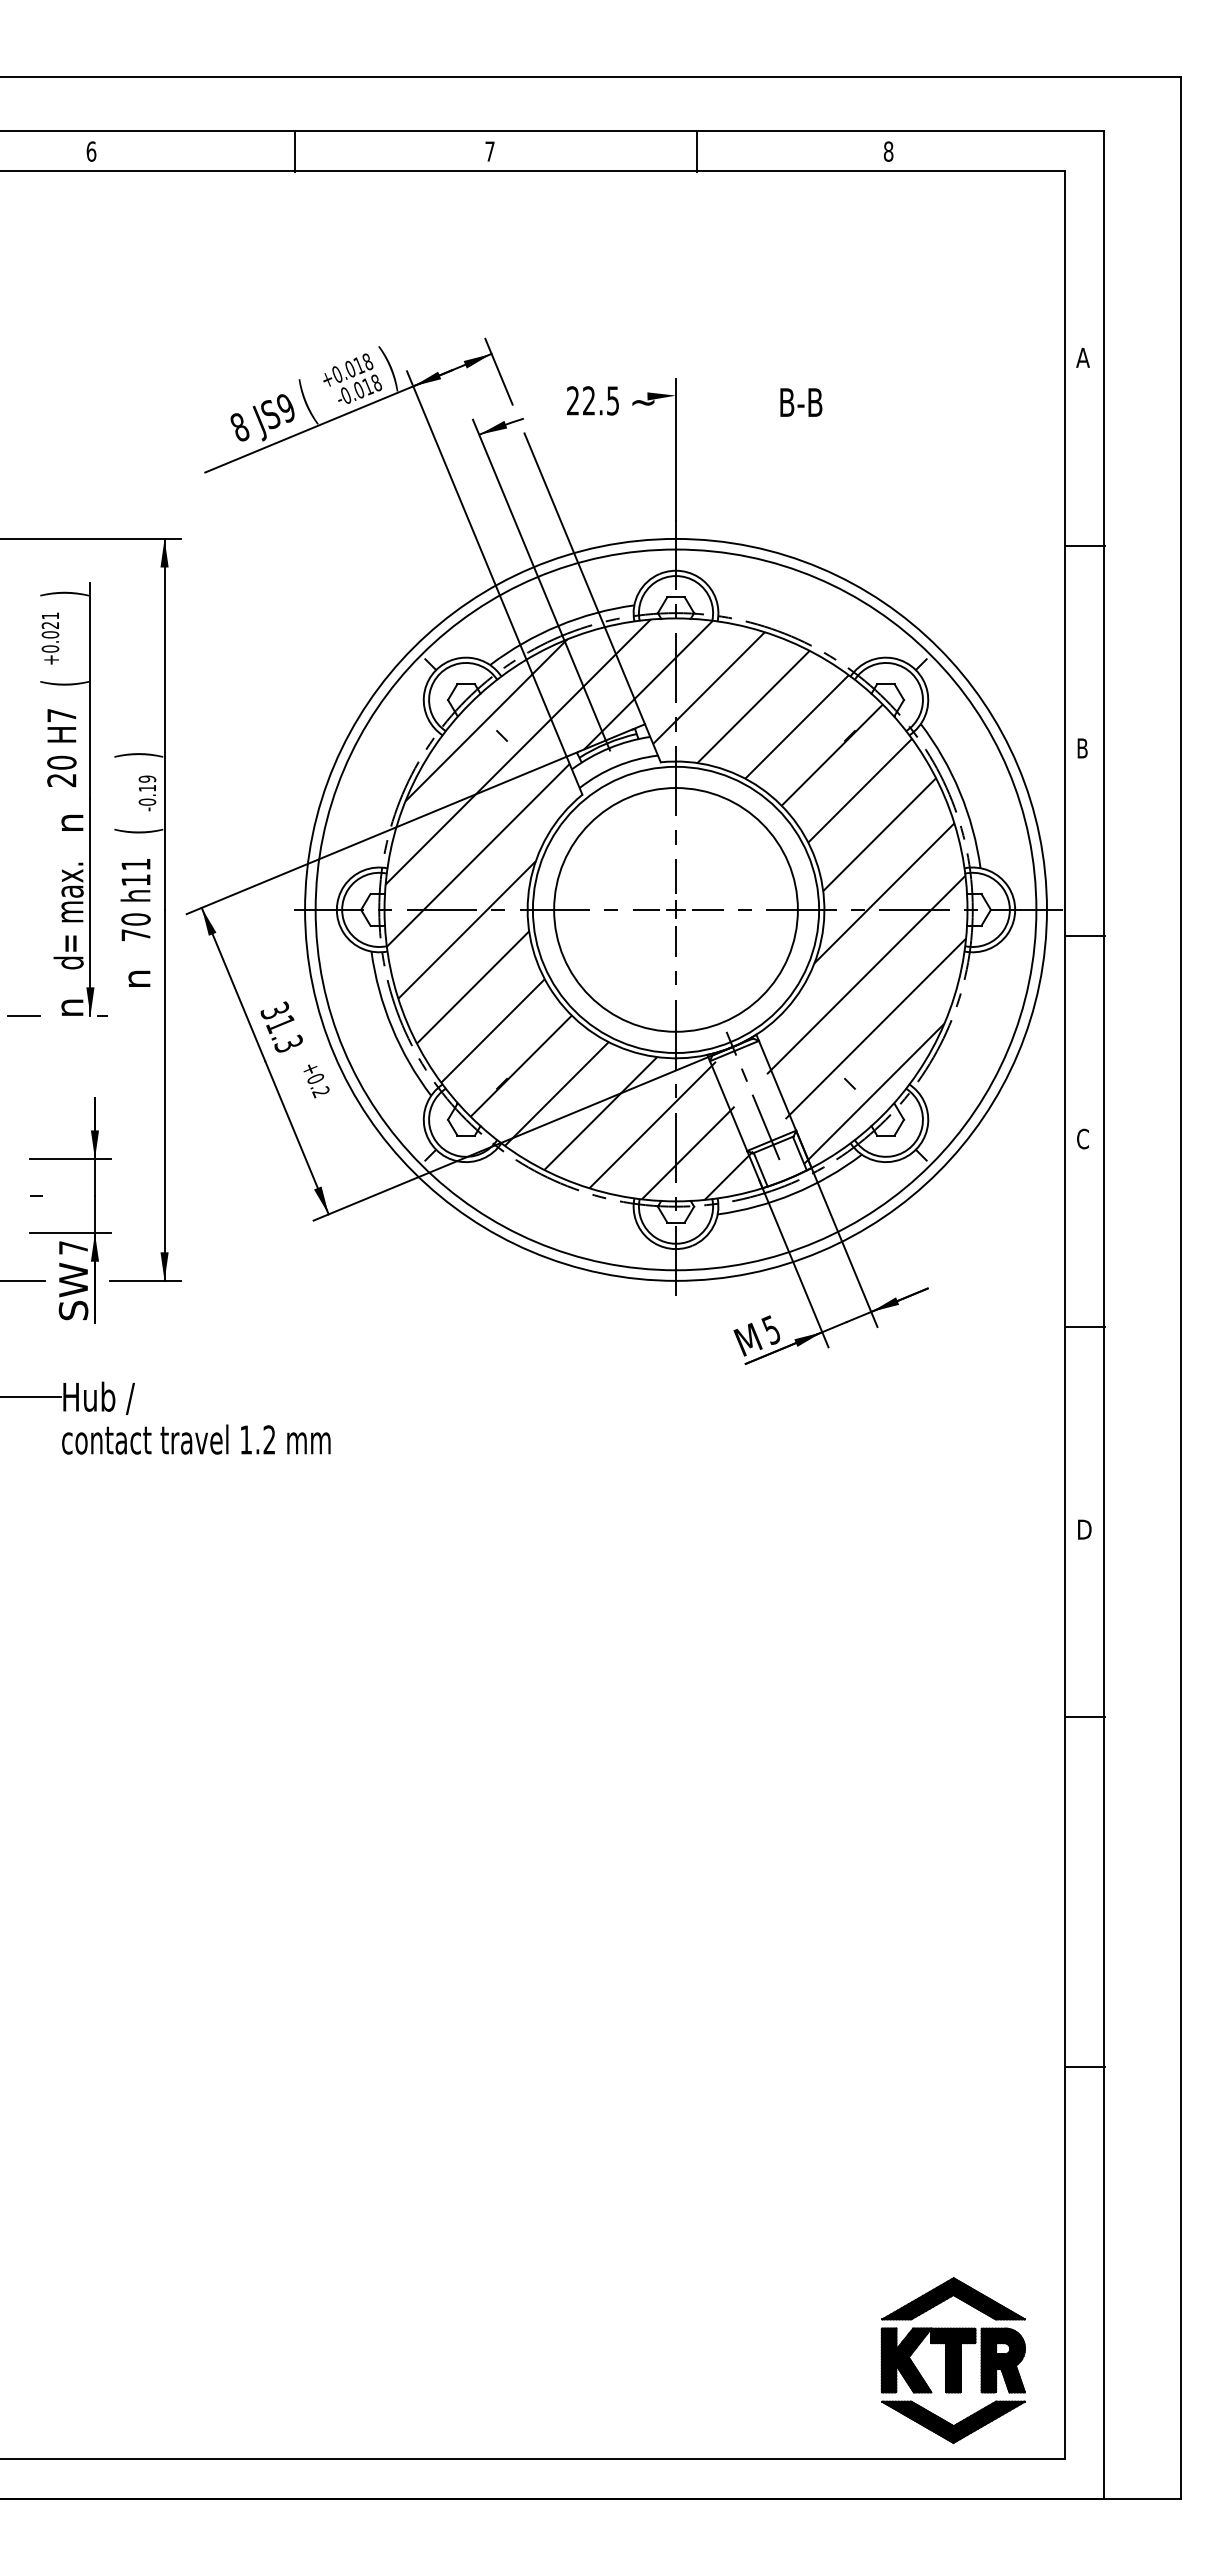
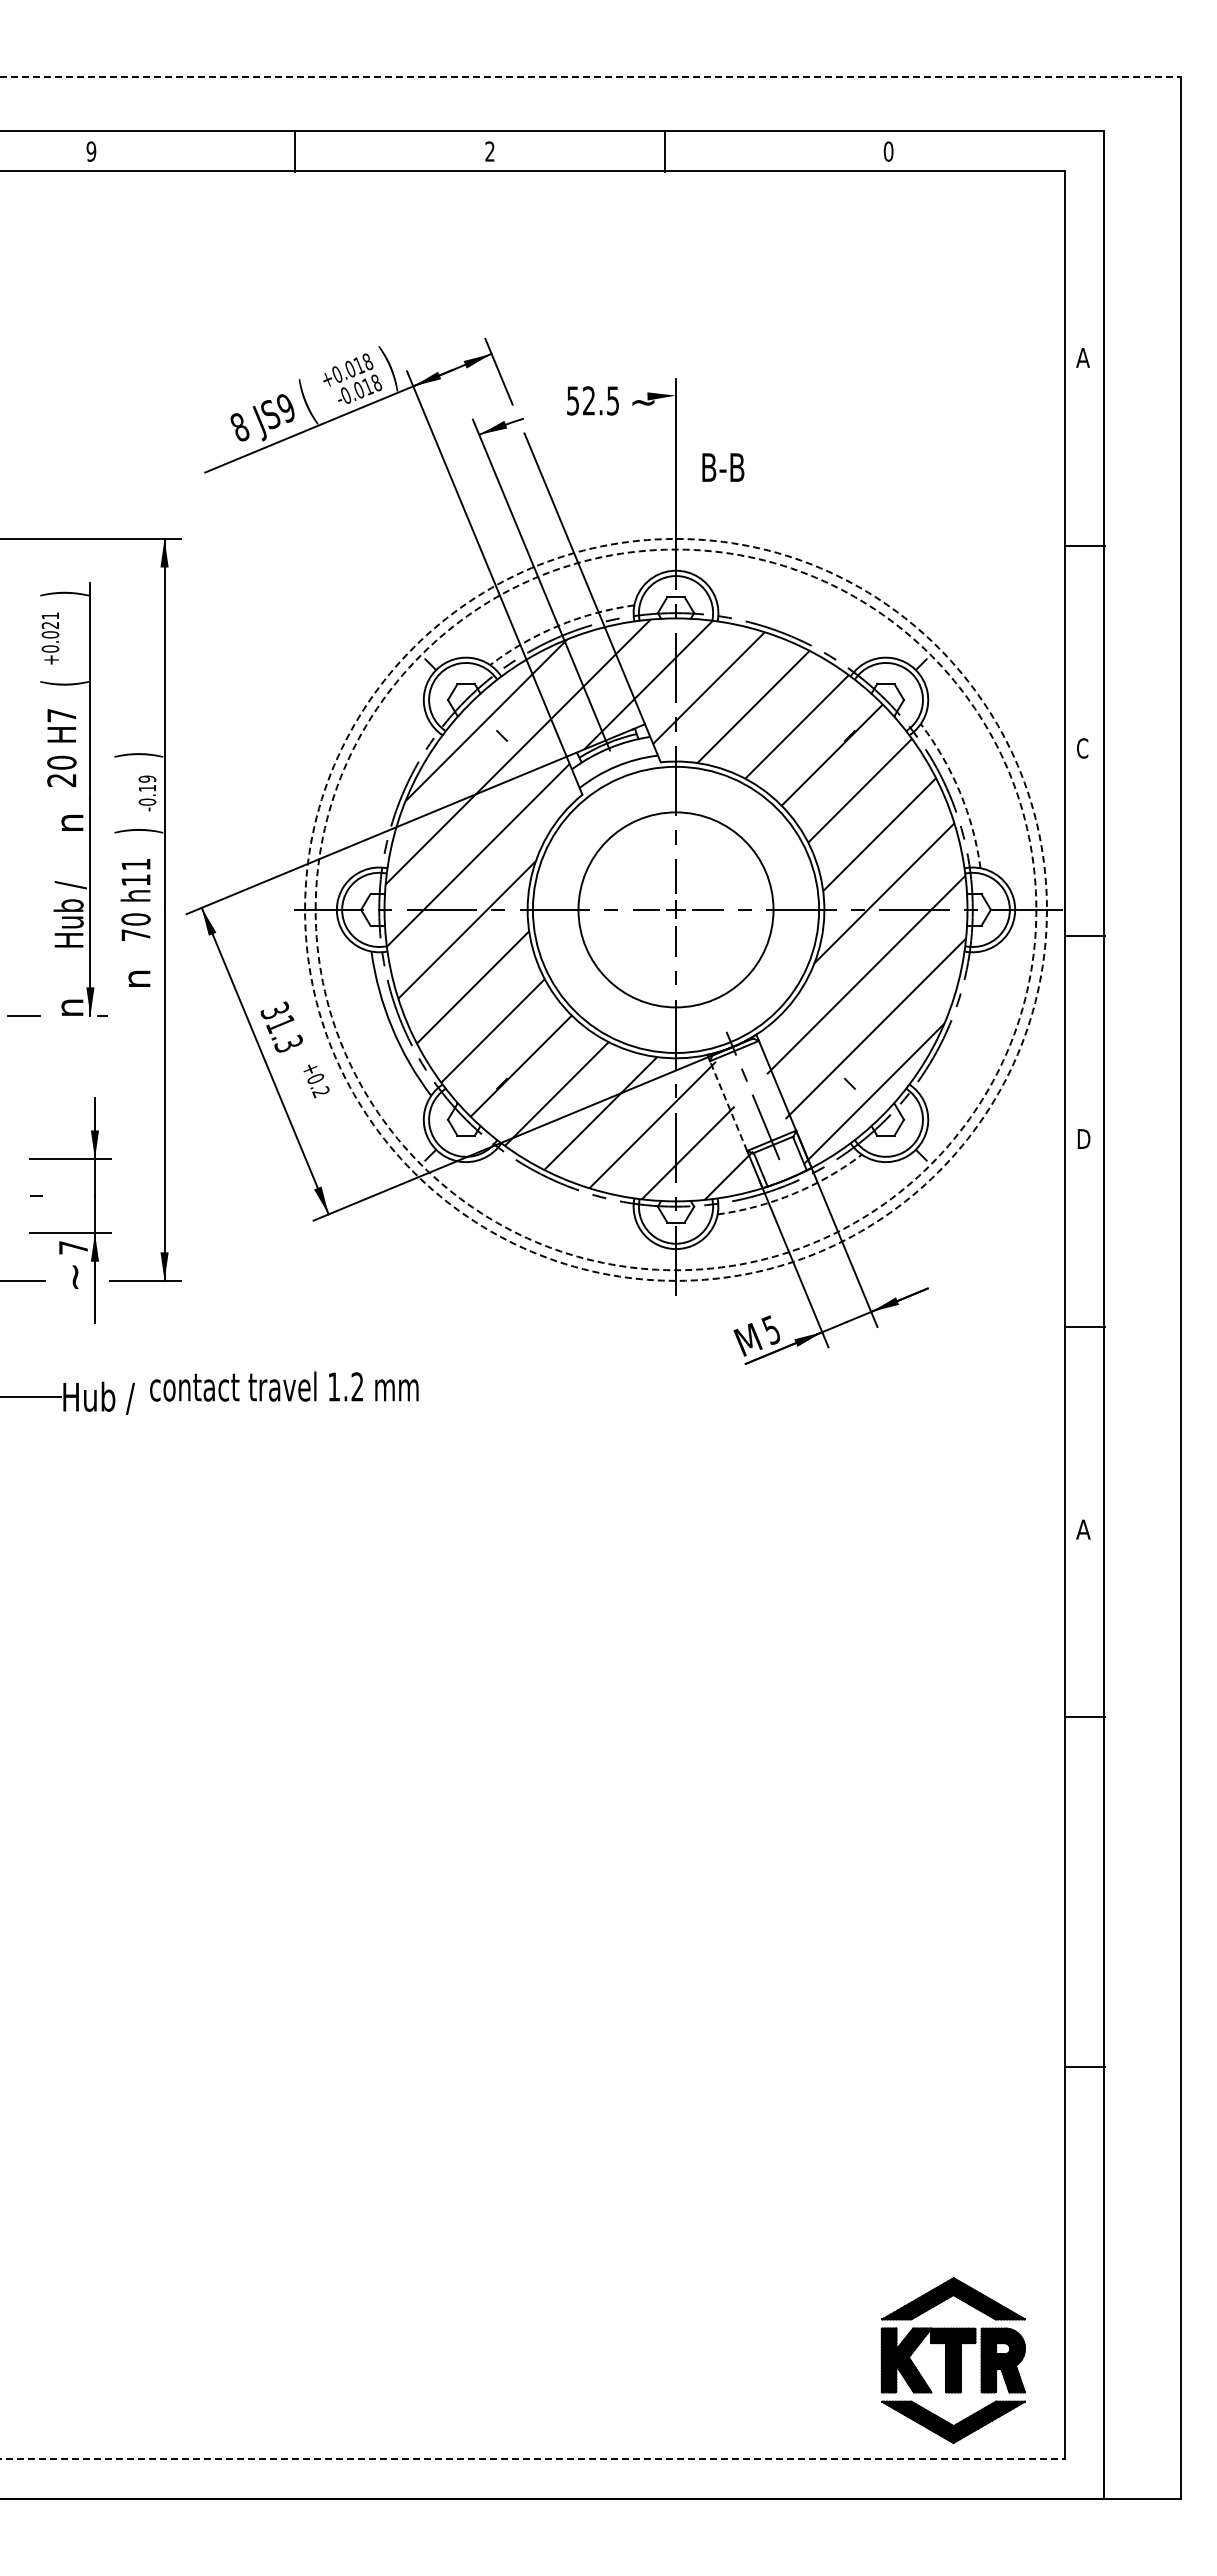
line at (590, 77): solid -> dashed
text at (91, 151): 6 -> 9
text at (489, 151): 7 -> 2
line at (697, 151) position: (697, 151) -> (665, 151)
text at (888, 151): 8 -> 0
text at (572, 400): 22.5 -> 52.5
text at (801, 402) position: (801, 402) -> (723, 467)
arc at (558, 625): solid -> dashed
text at (1082, 748): B -> C
arc at (959, 792): solid -> dashed
text at (138, 830): ( -> )
circle at (675, 909) diameter: 244 px -> 195 px
circle at (675, 909): solid -> dashed
circle at (675, 909): solid -> dashed
text at (69, 915): d= max. -> Hub /
line at (728, 1106): solid -> dashed
text at (1083, 1138): C -> D
arc at (793, 1193): solid -> dashed
text at (73, 1291): SW -> ~
text at (196, 1439) position: (196, 1439) -> (284, 1386)
text at (1083, 1529): D -> A
line at (532, 2458): solid -> dashed
